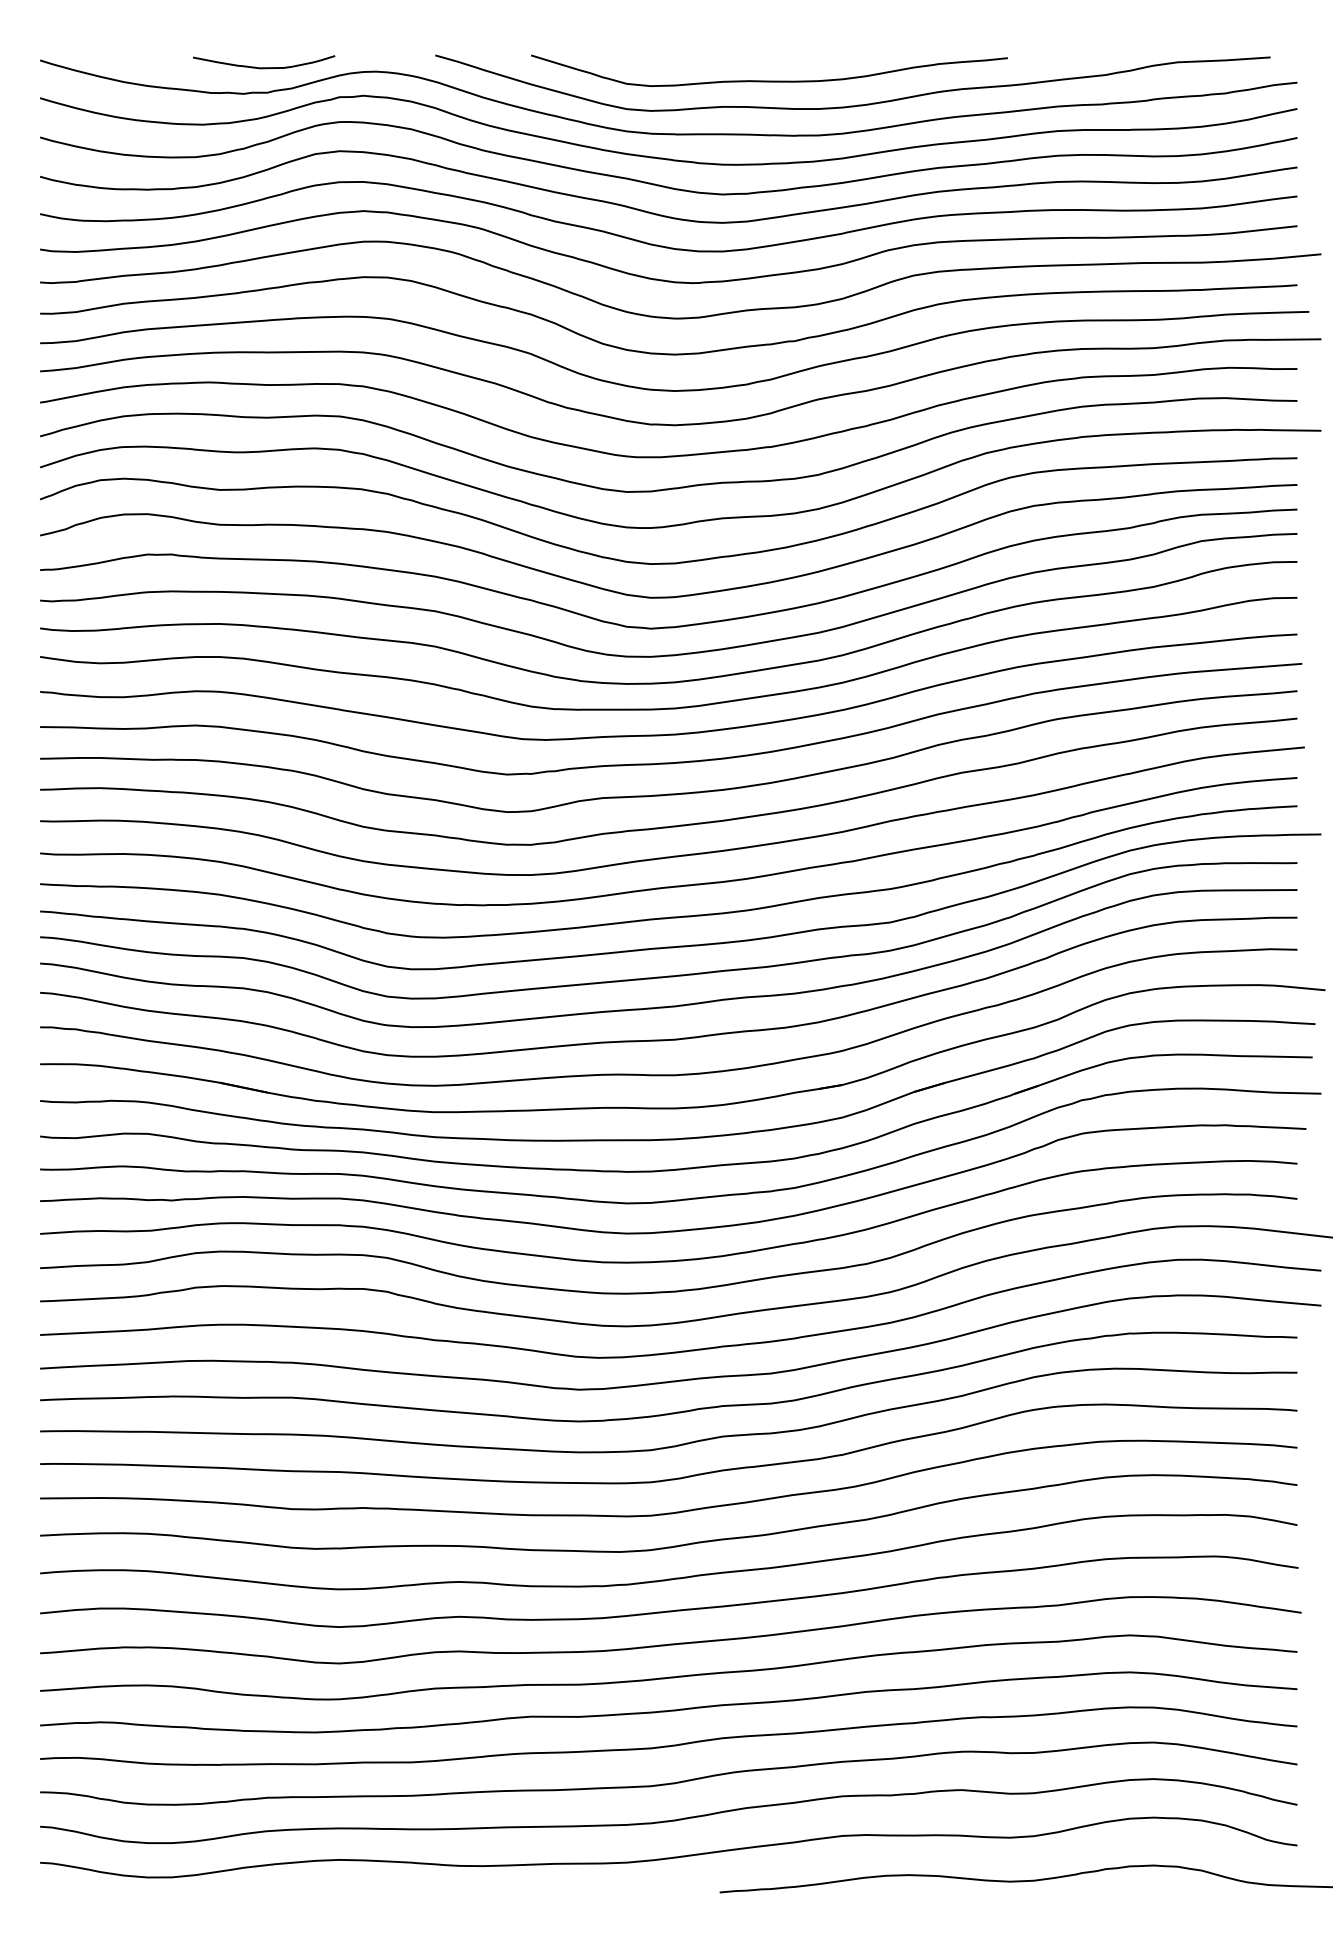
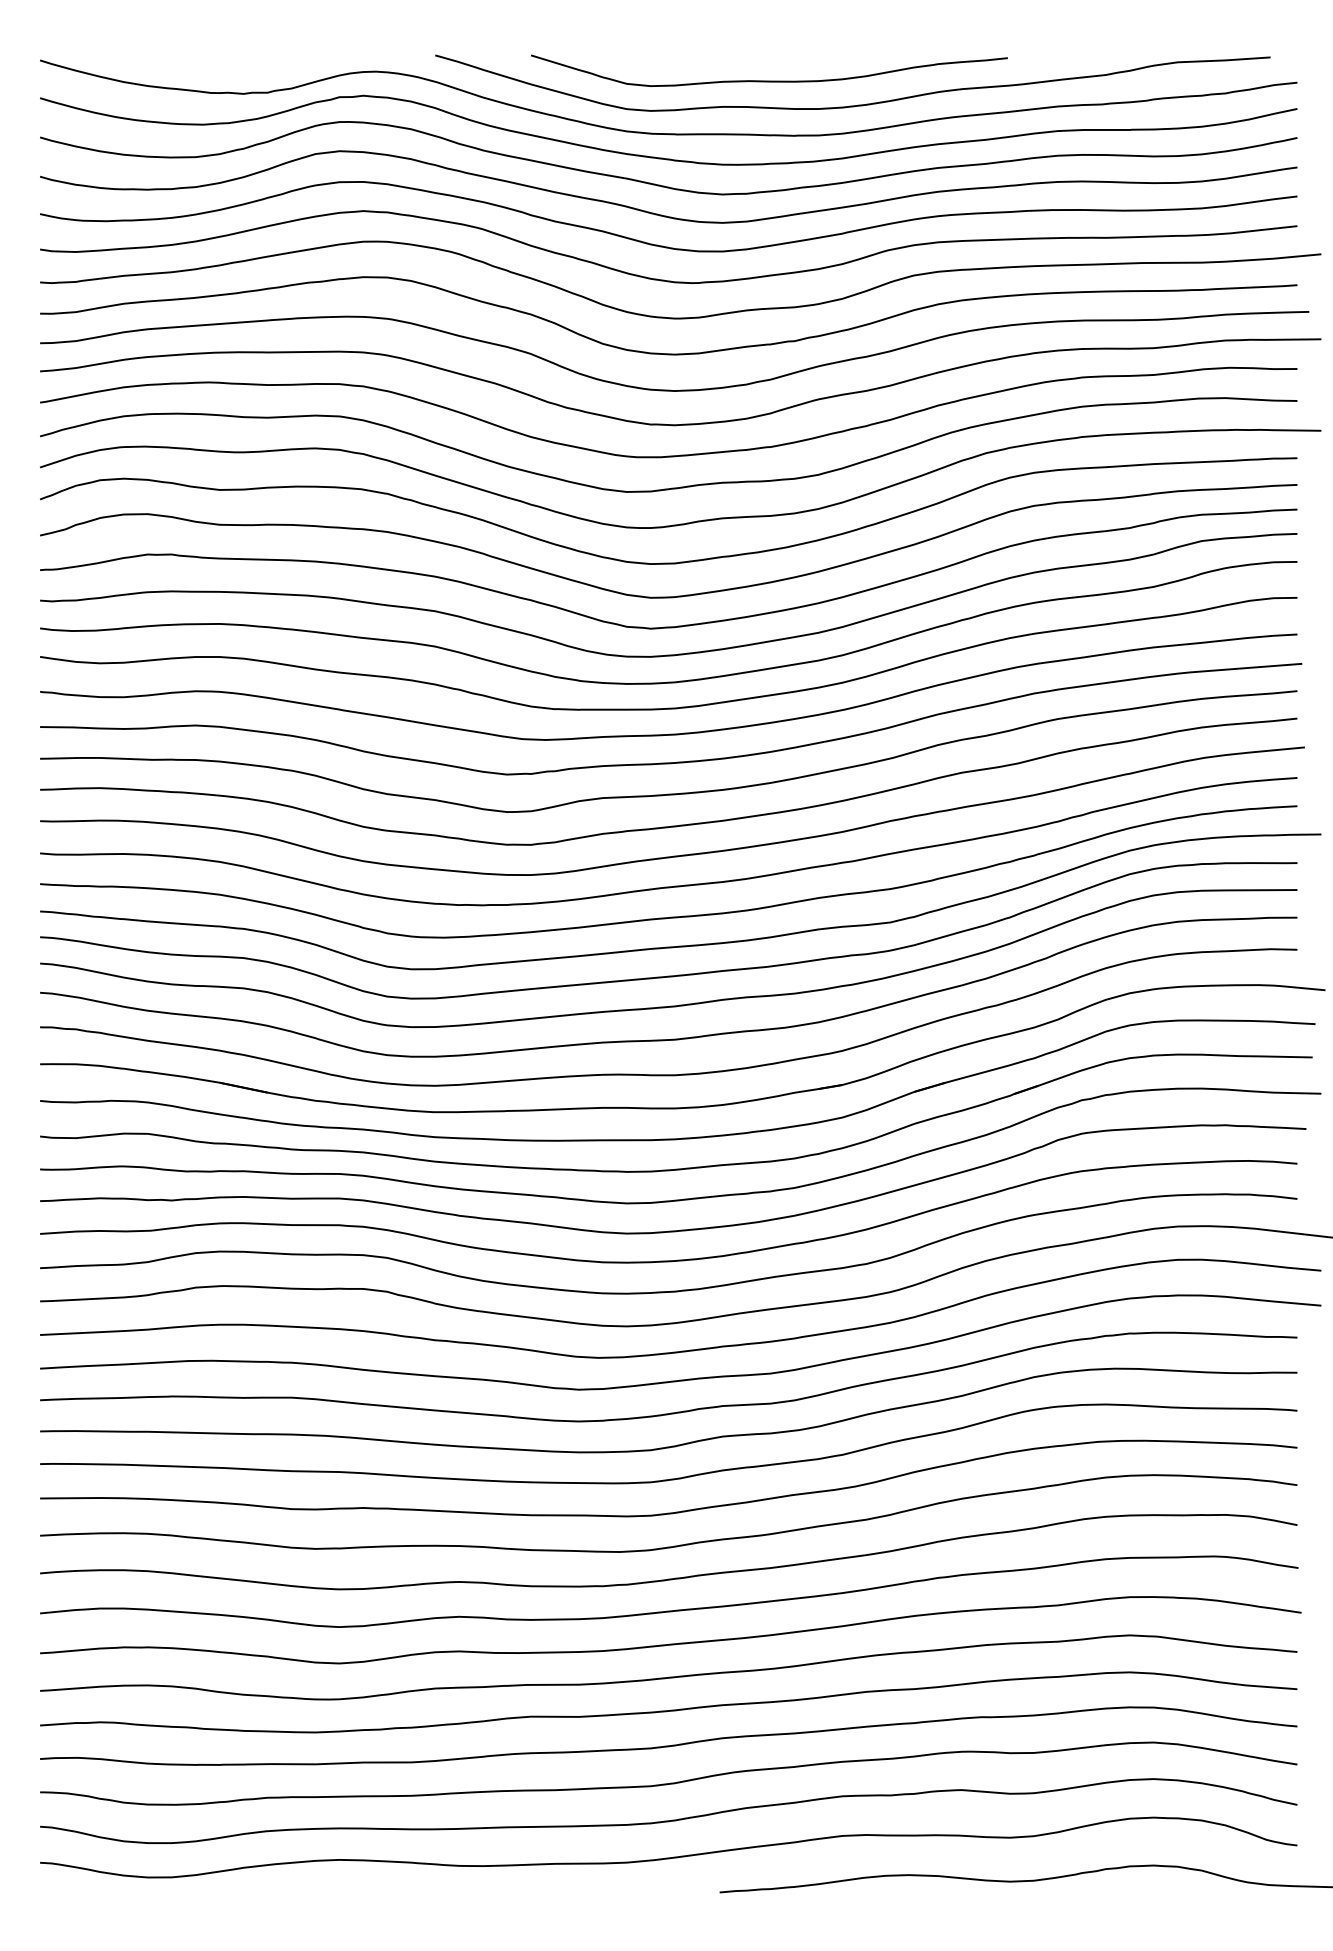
curve at (264, 67): present -> none
